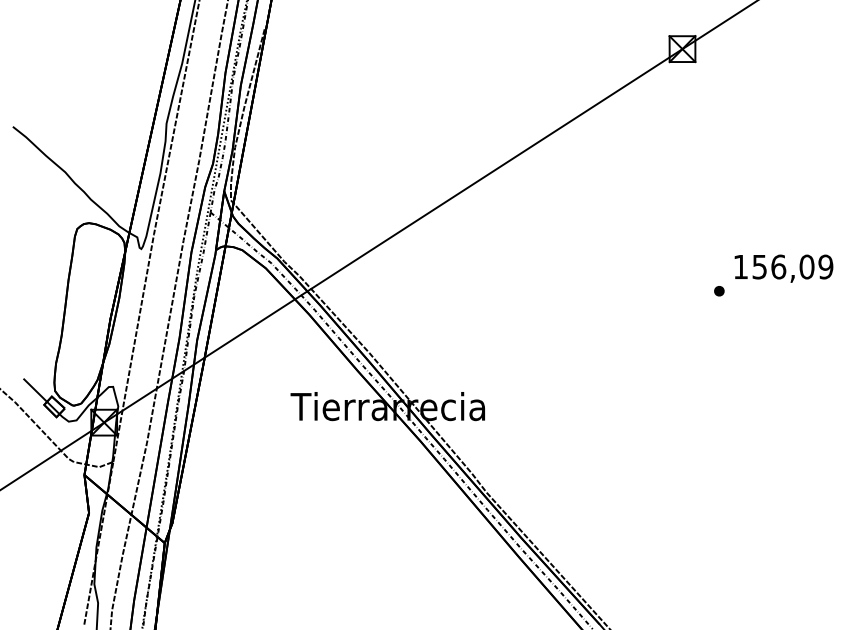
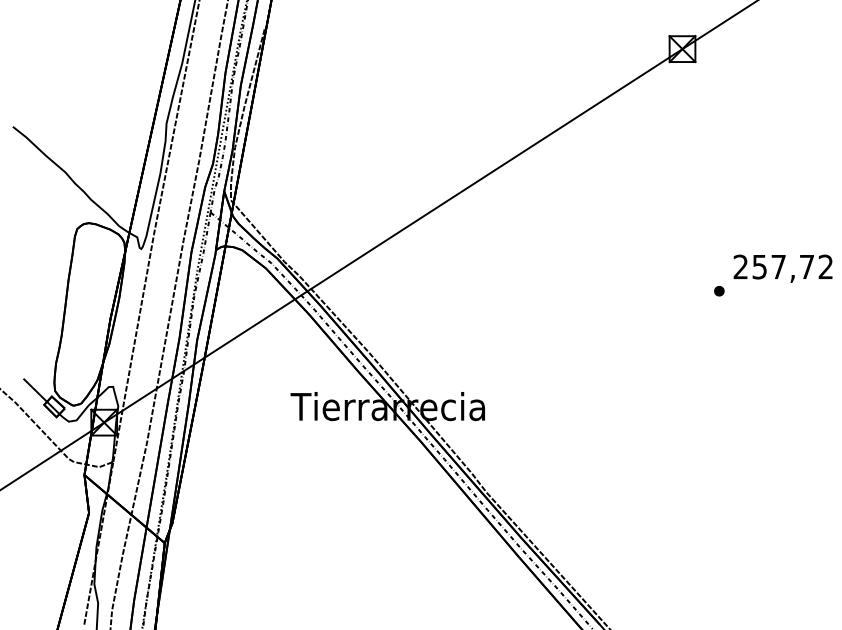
text at (783, 266): 156,09 -> 257,72
